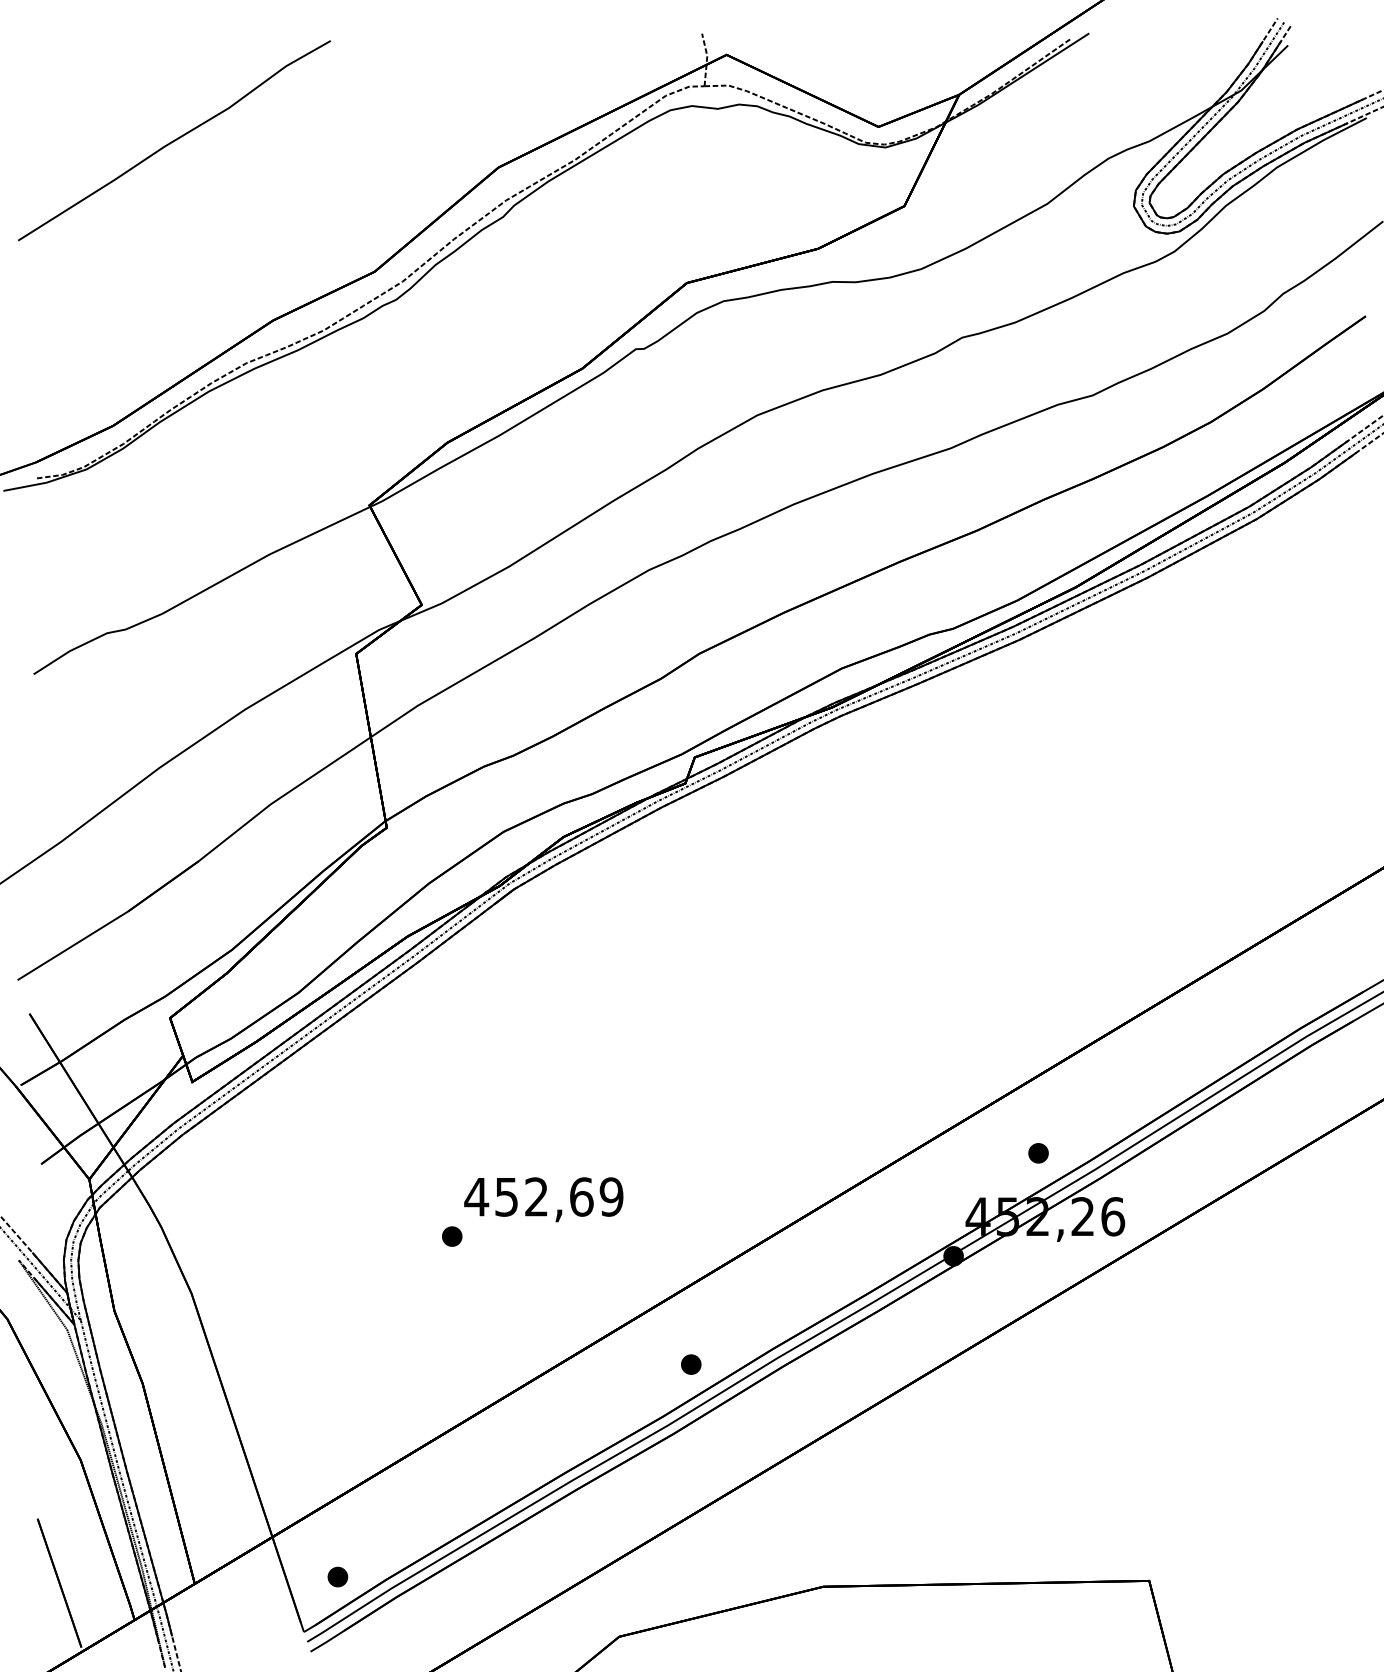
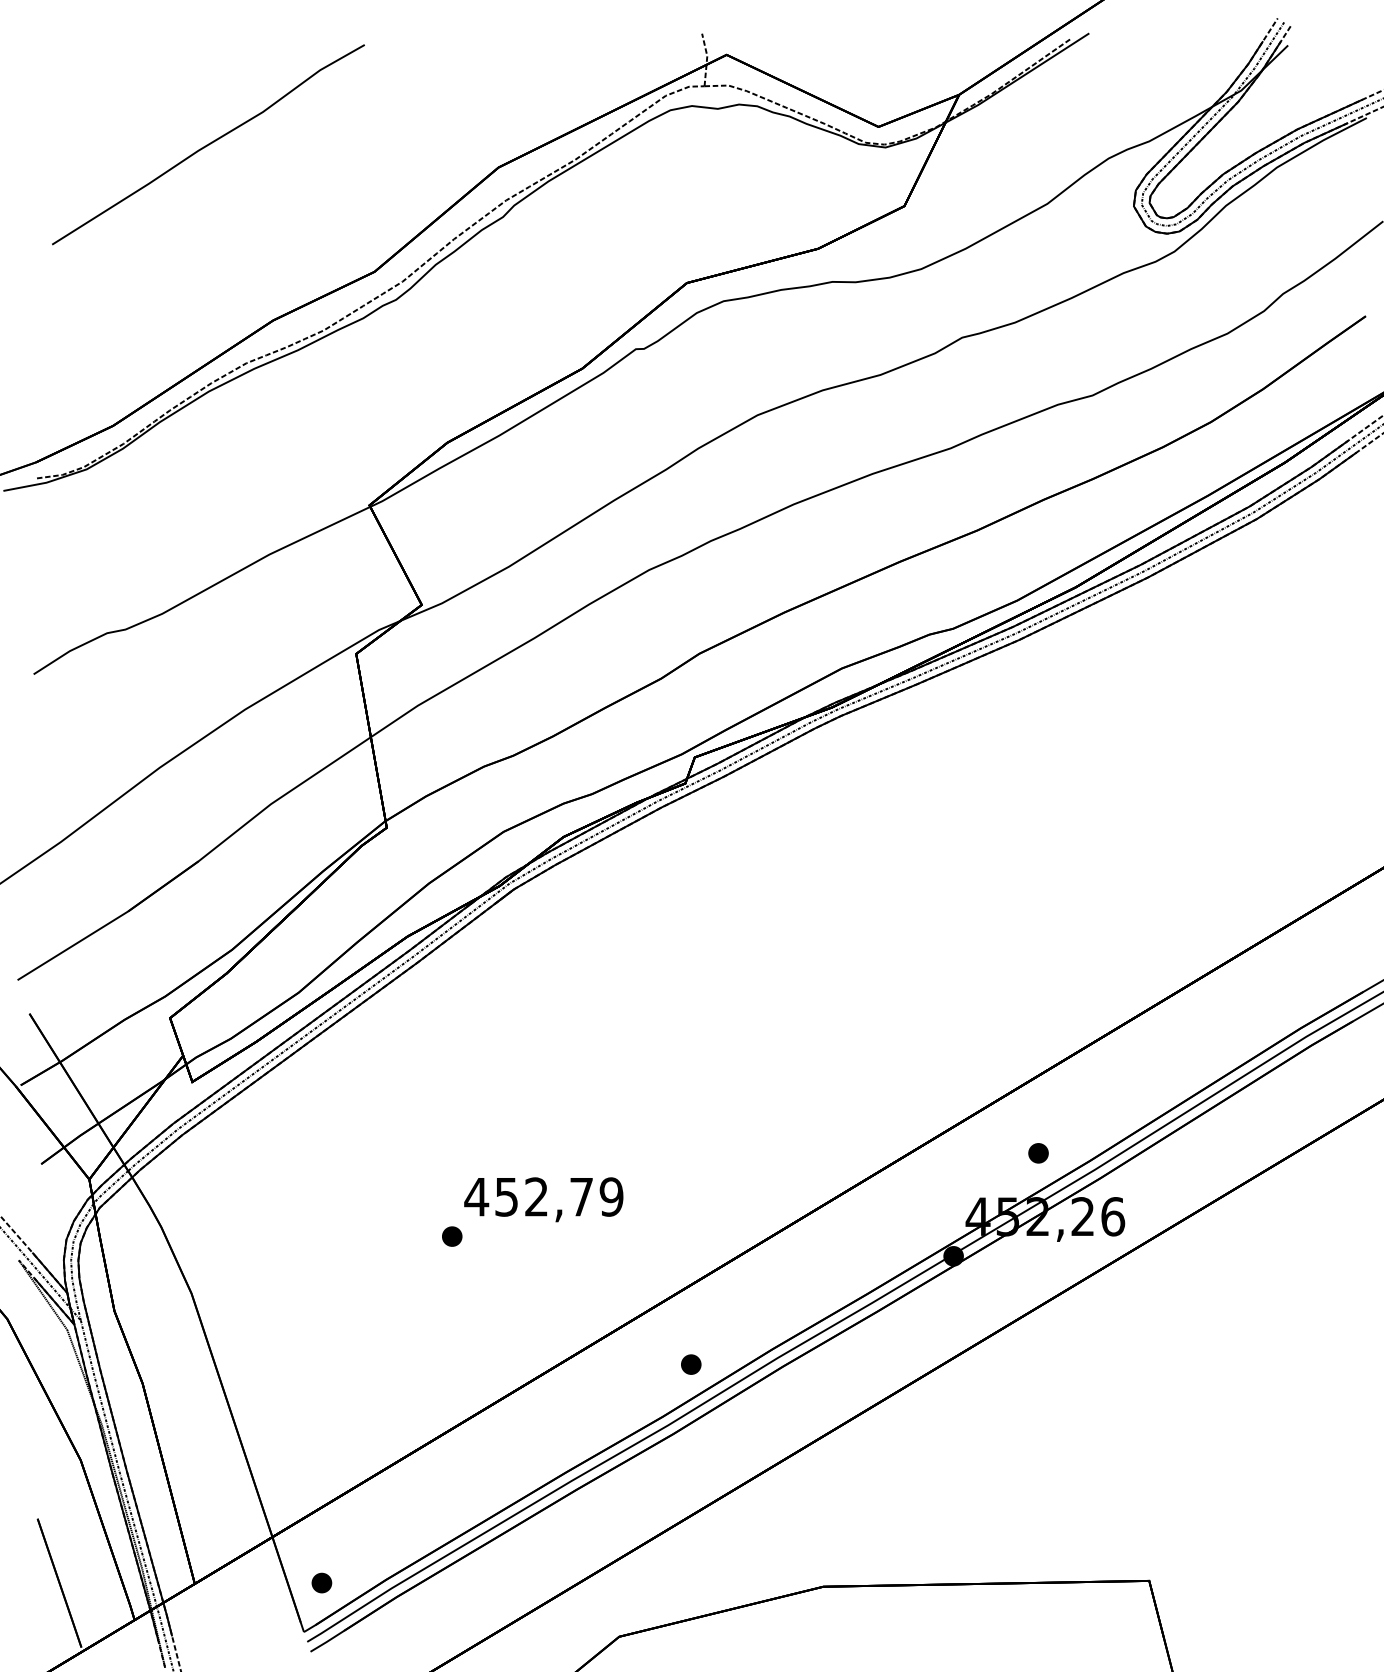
curve at (174, 140) position: (174, 140) -> (208, 144)
text at (581, 1196): 452,69 -> 452,79
part at (337, 1576) position: (337, 1576) -> (321, 1582)
